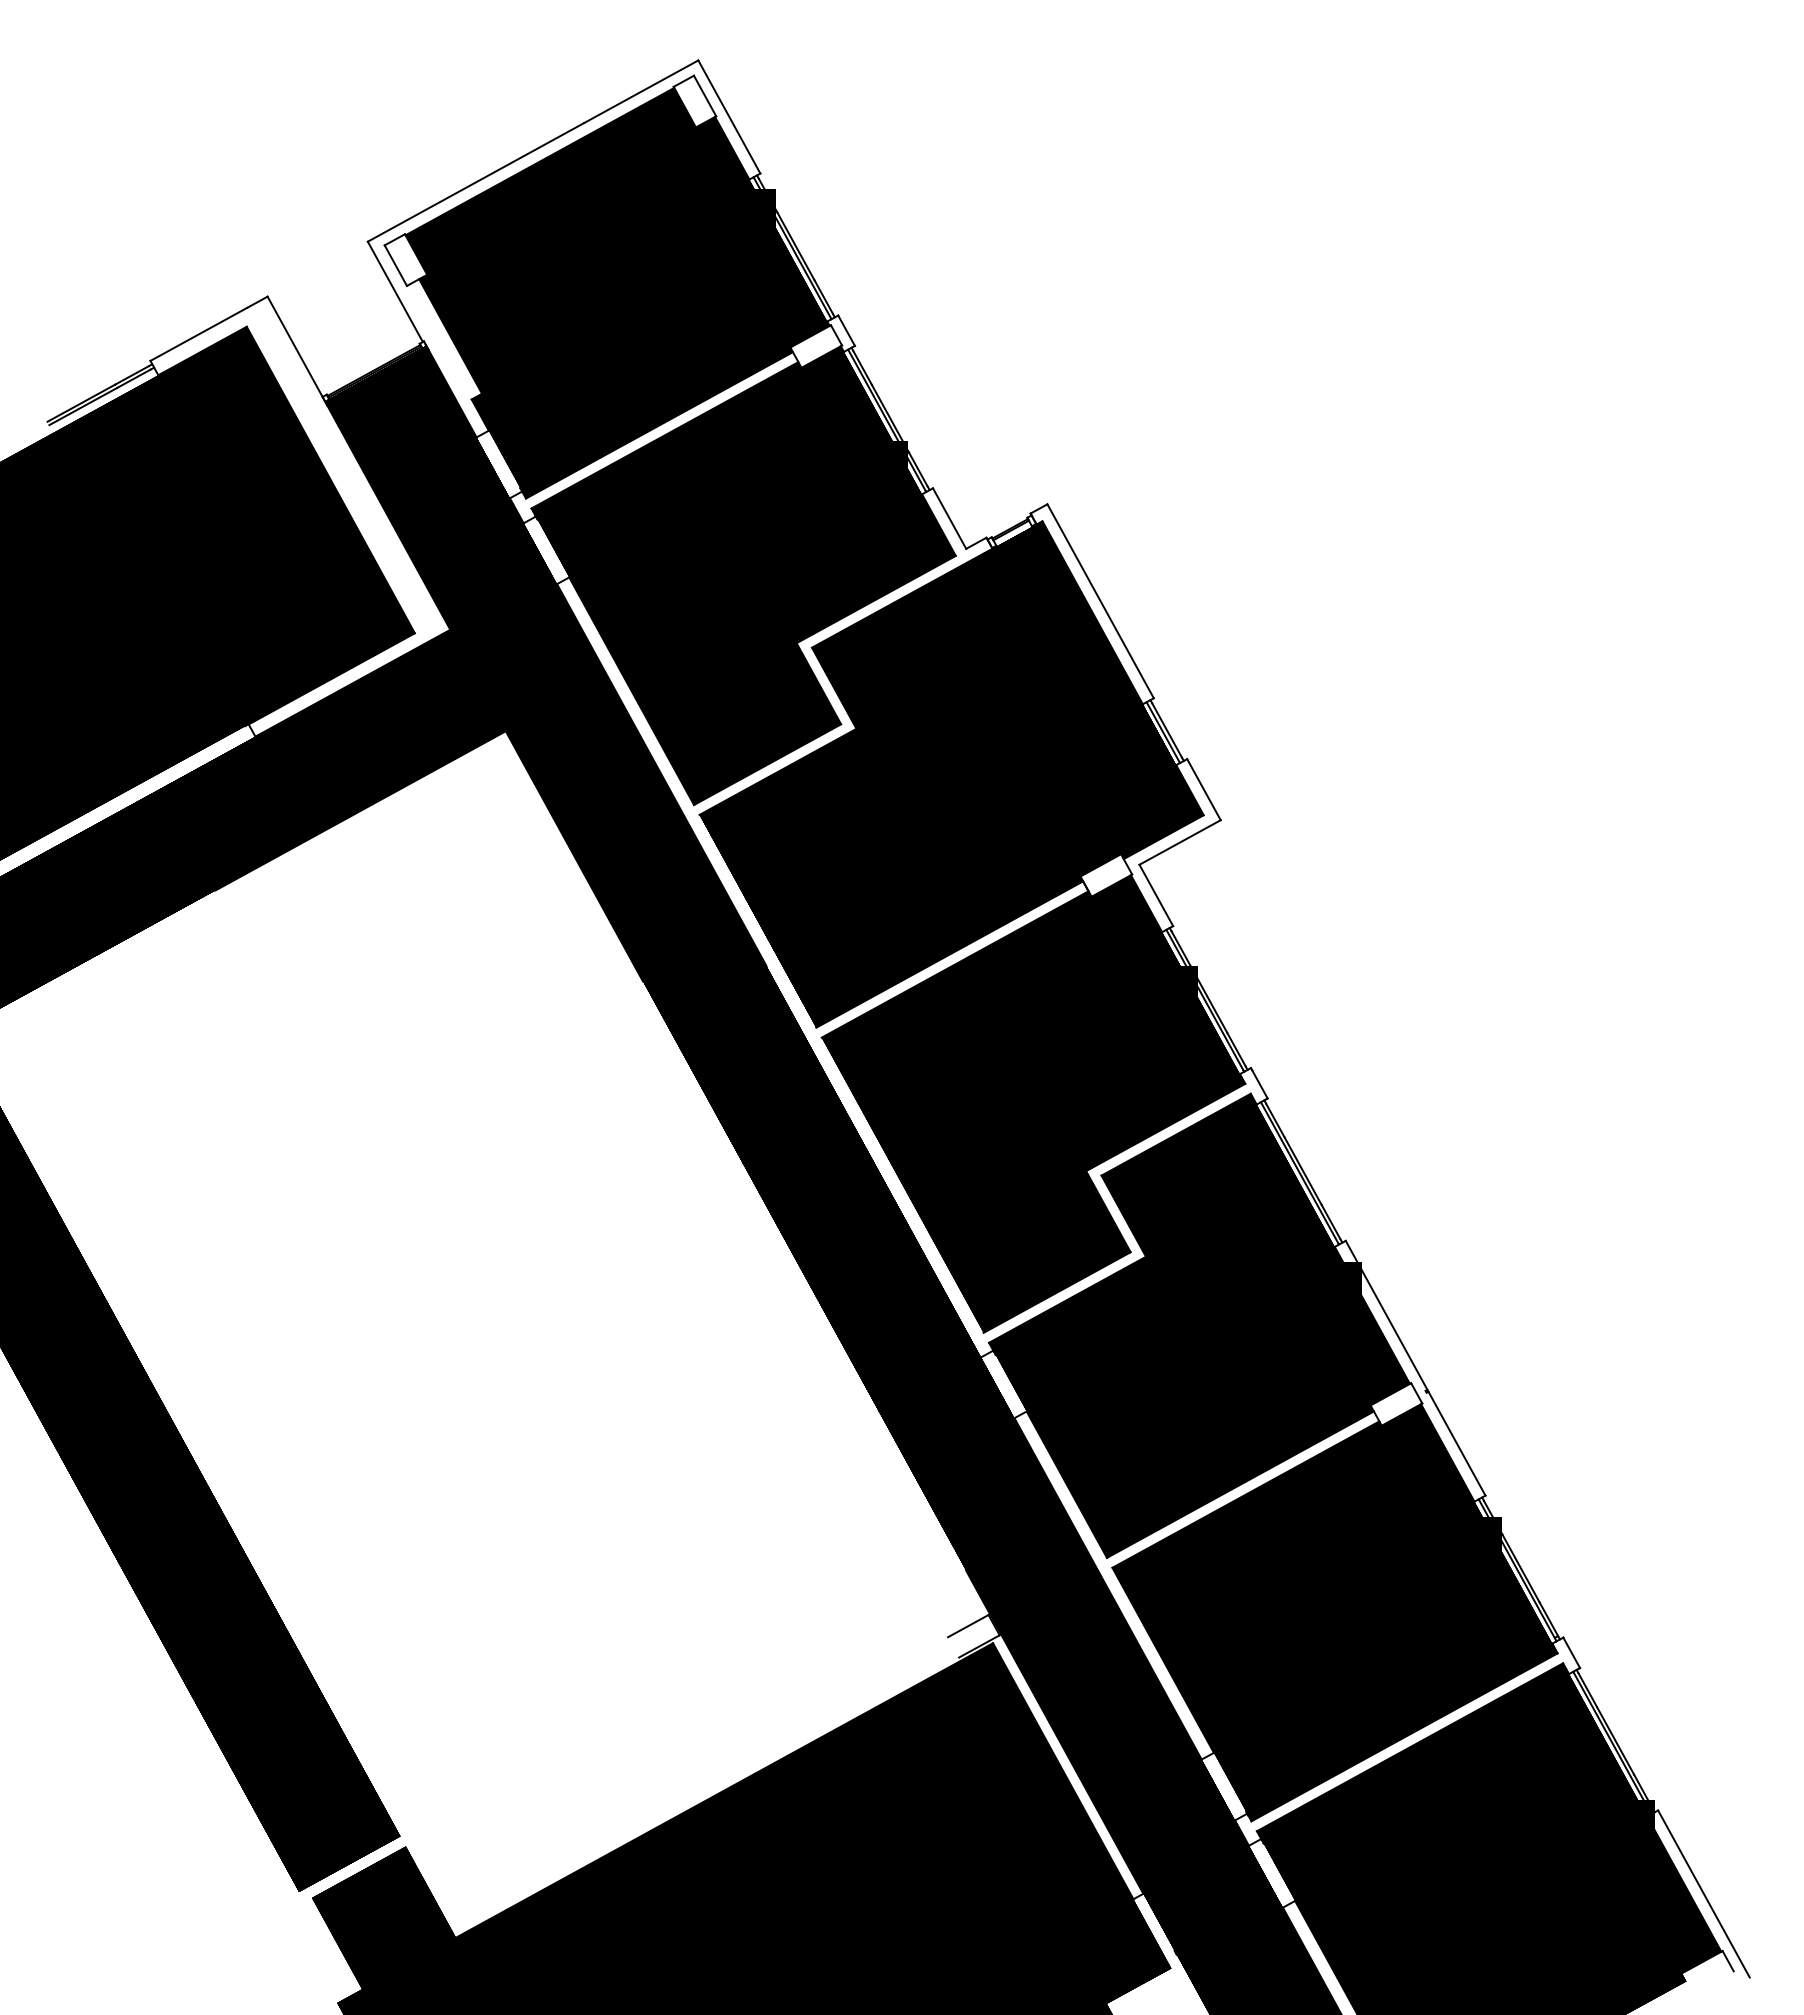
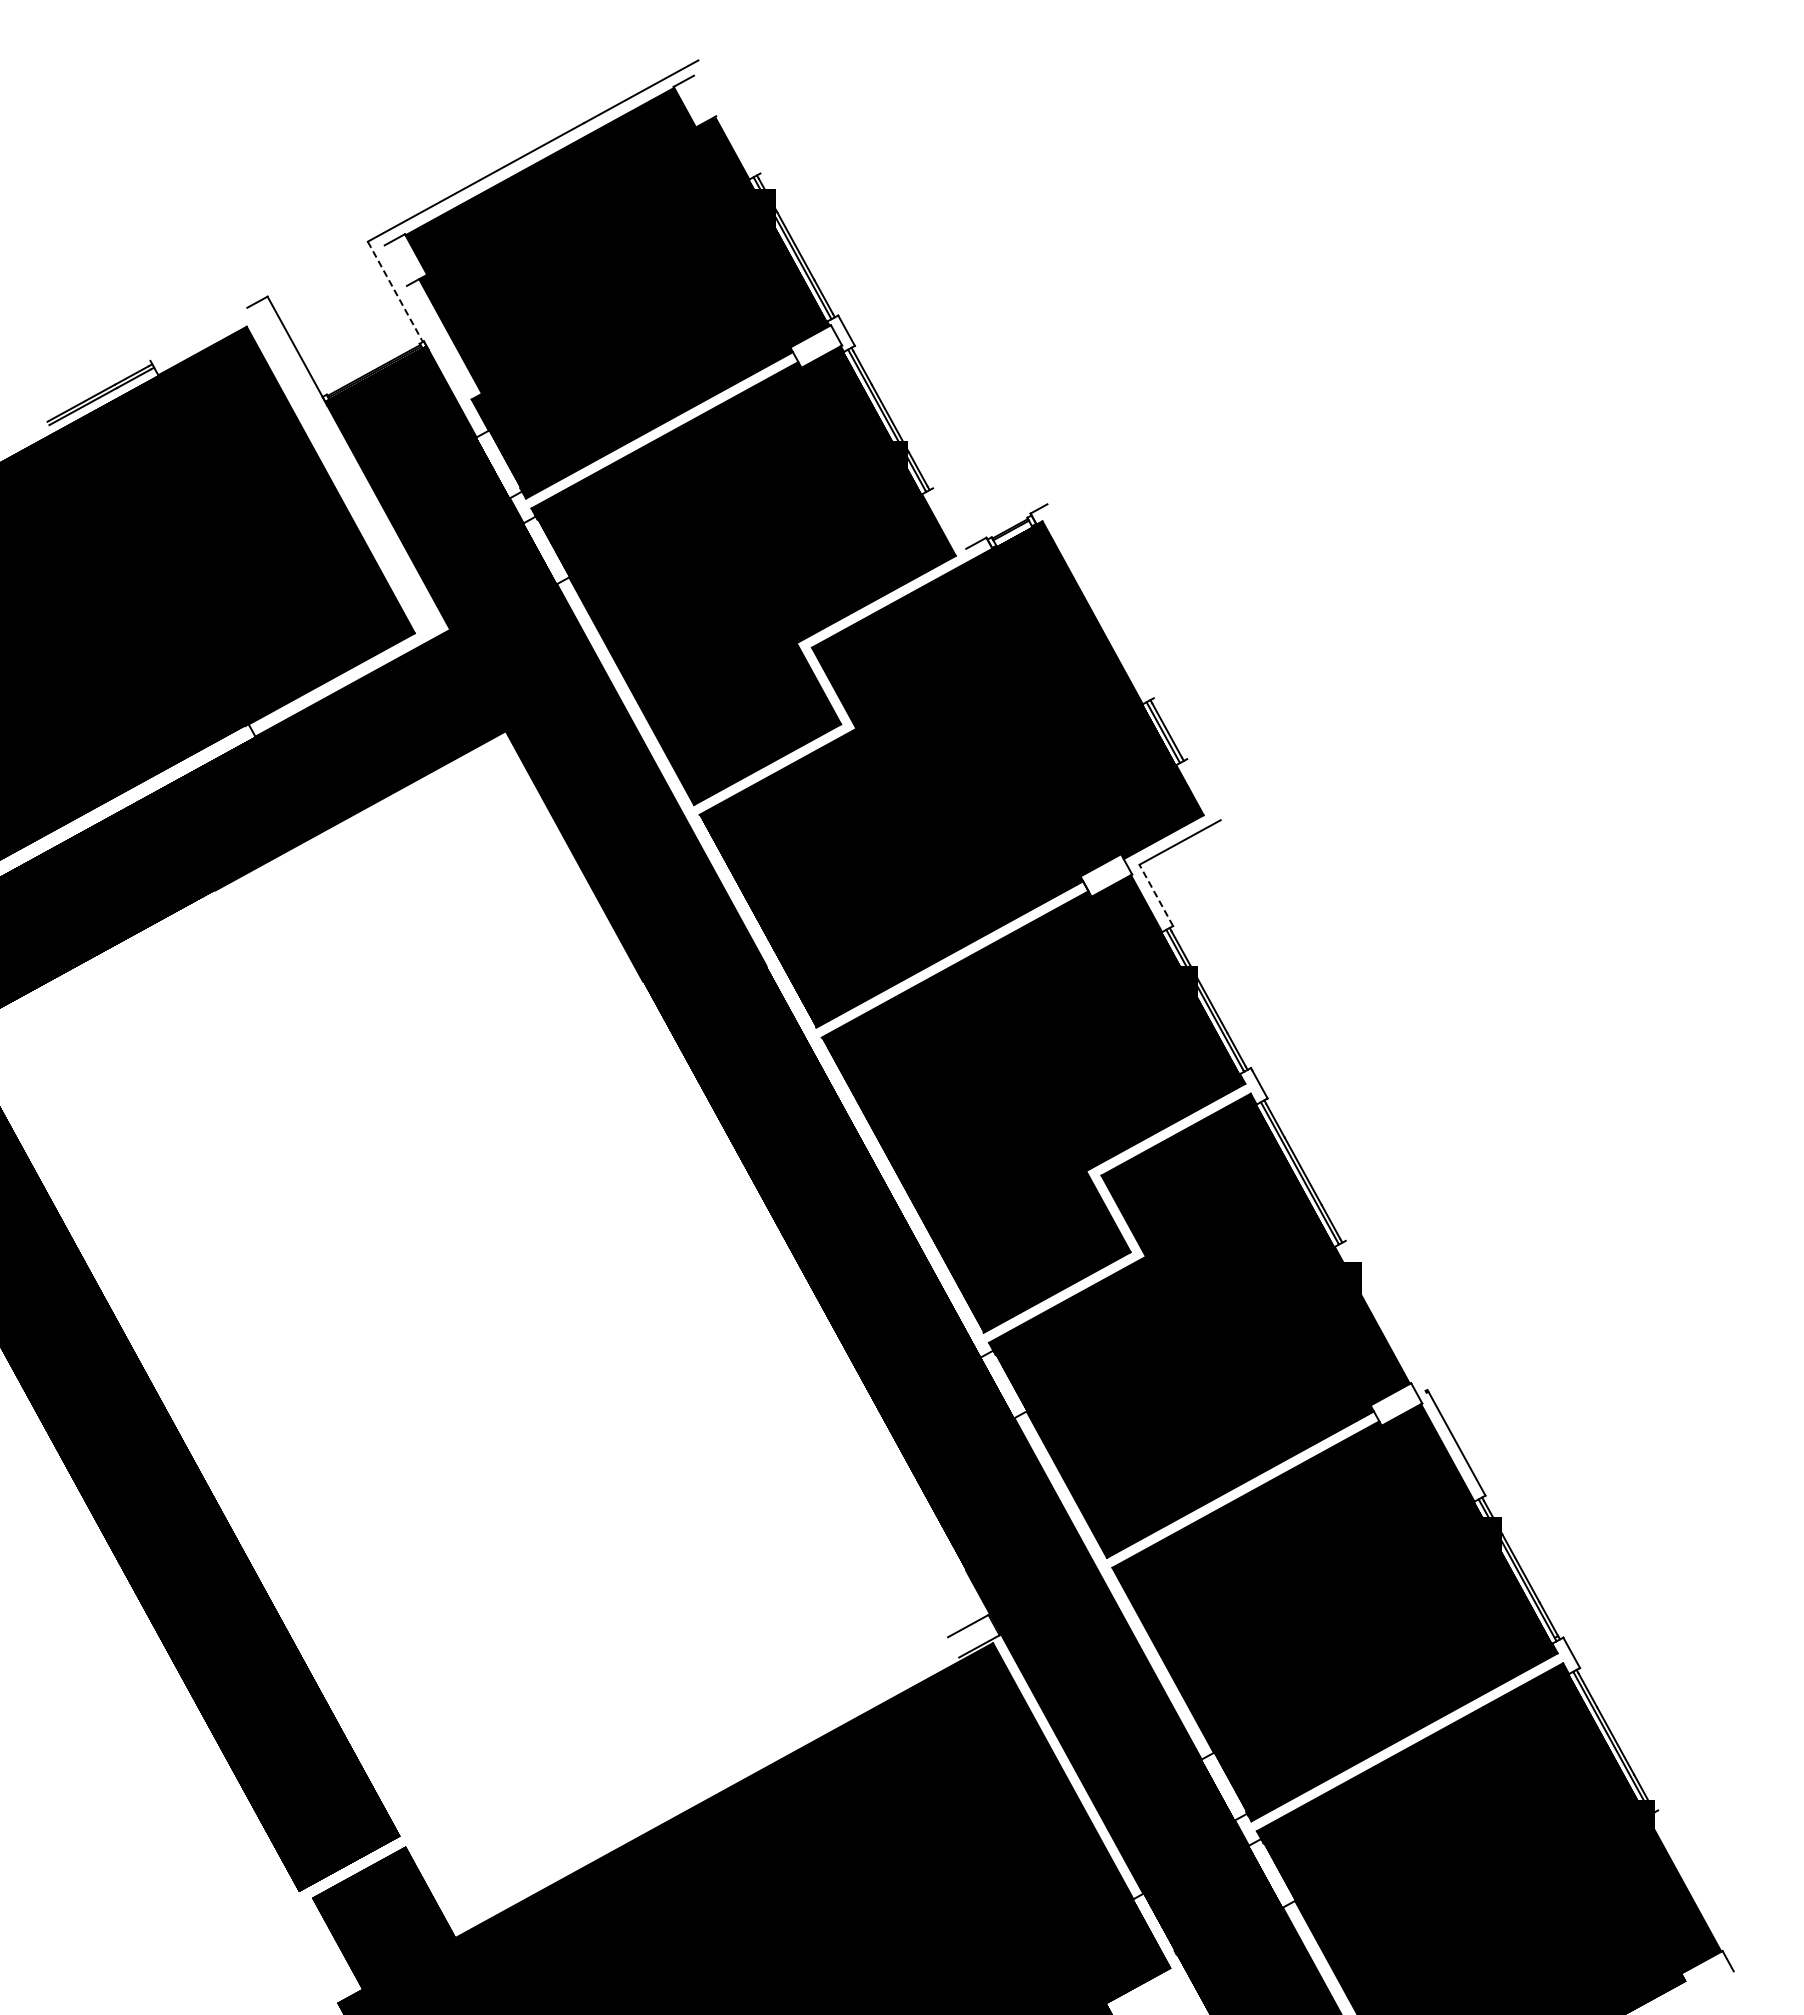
line at (704, 95): present -> none
line at (729, 116): present -> none
line at (395, 265): present -> none
line at (395, 292): solid -> dashed
line at (198, 333): present -> none
line at (949, 518): present -> none
line at (1100, 601): present -> none
line at (1203, 789): present -> none
line at (1156, 895): solid -> dashed
line at (1386, 1314): present -> none
line at (1703, 1893): present -> none
